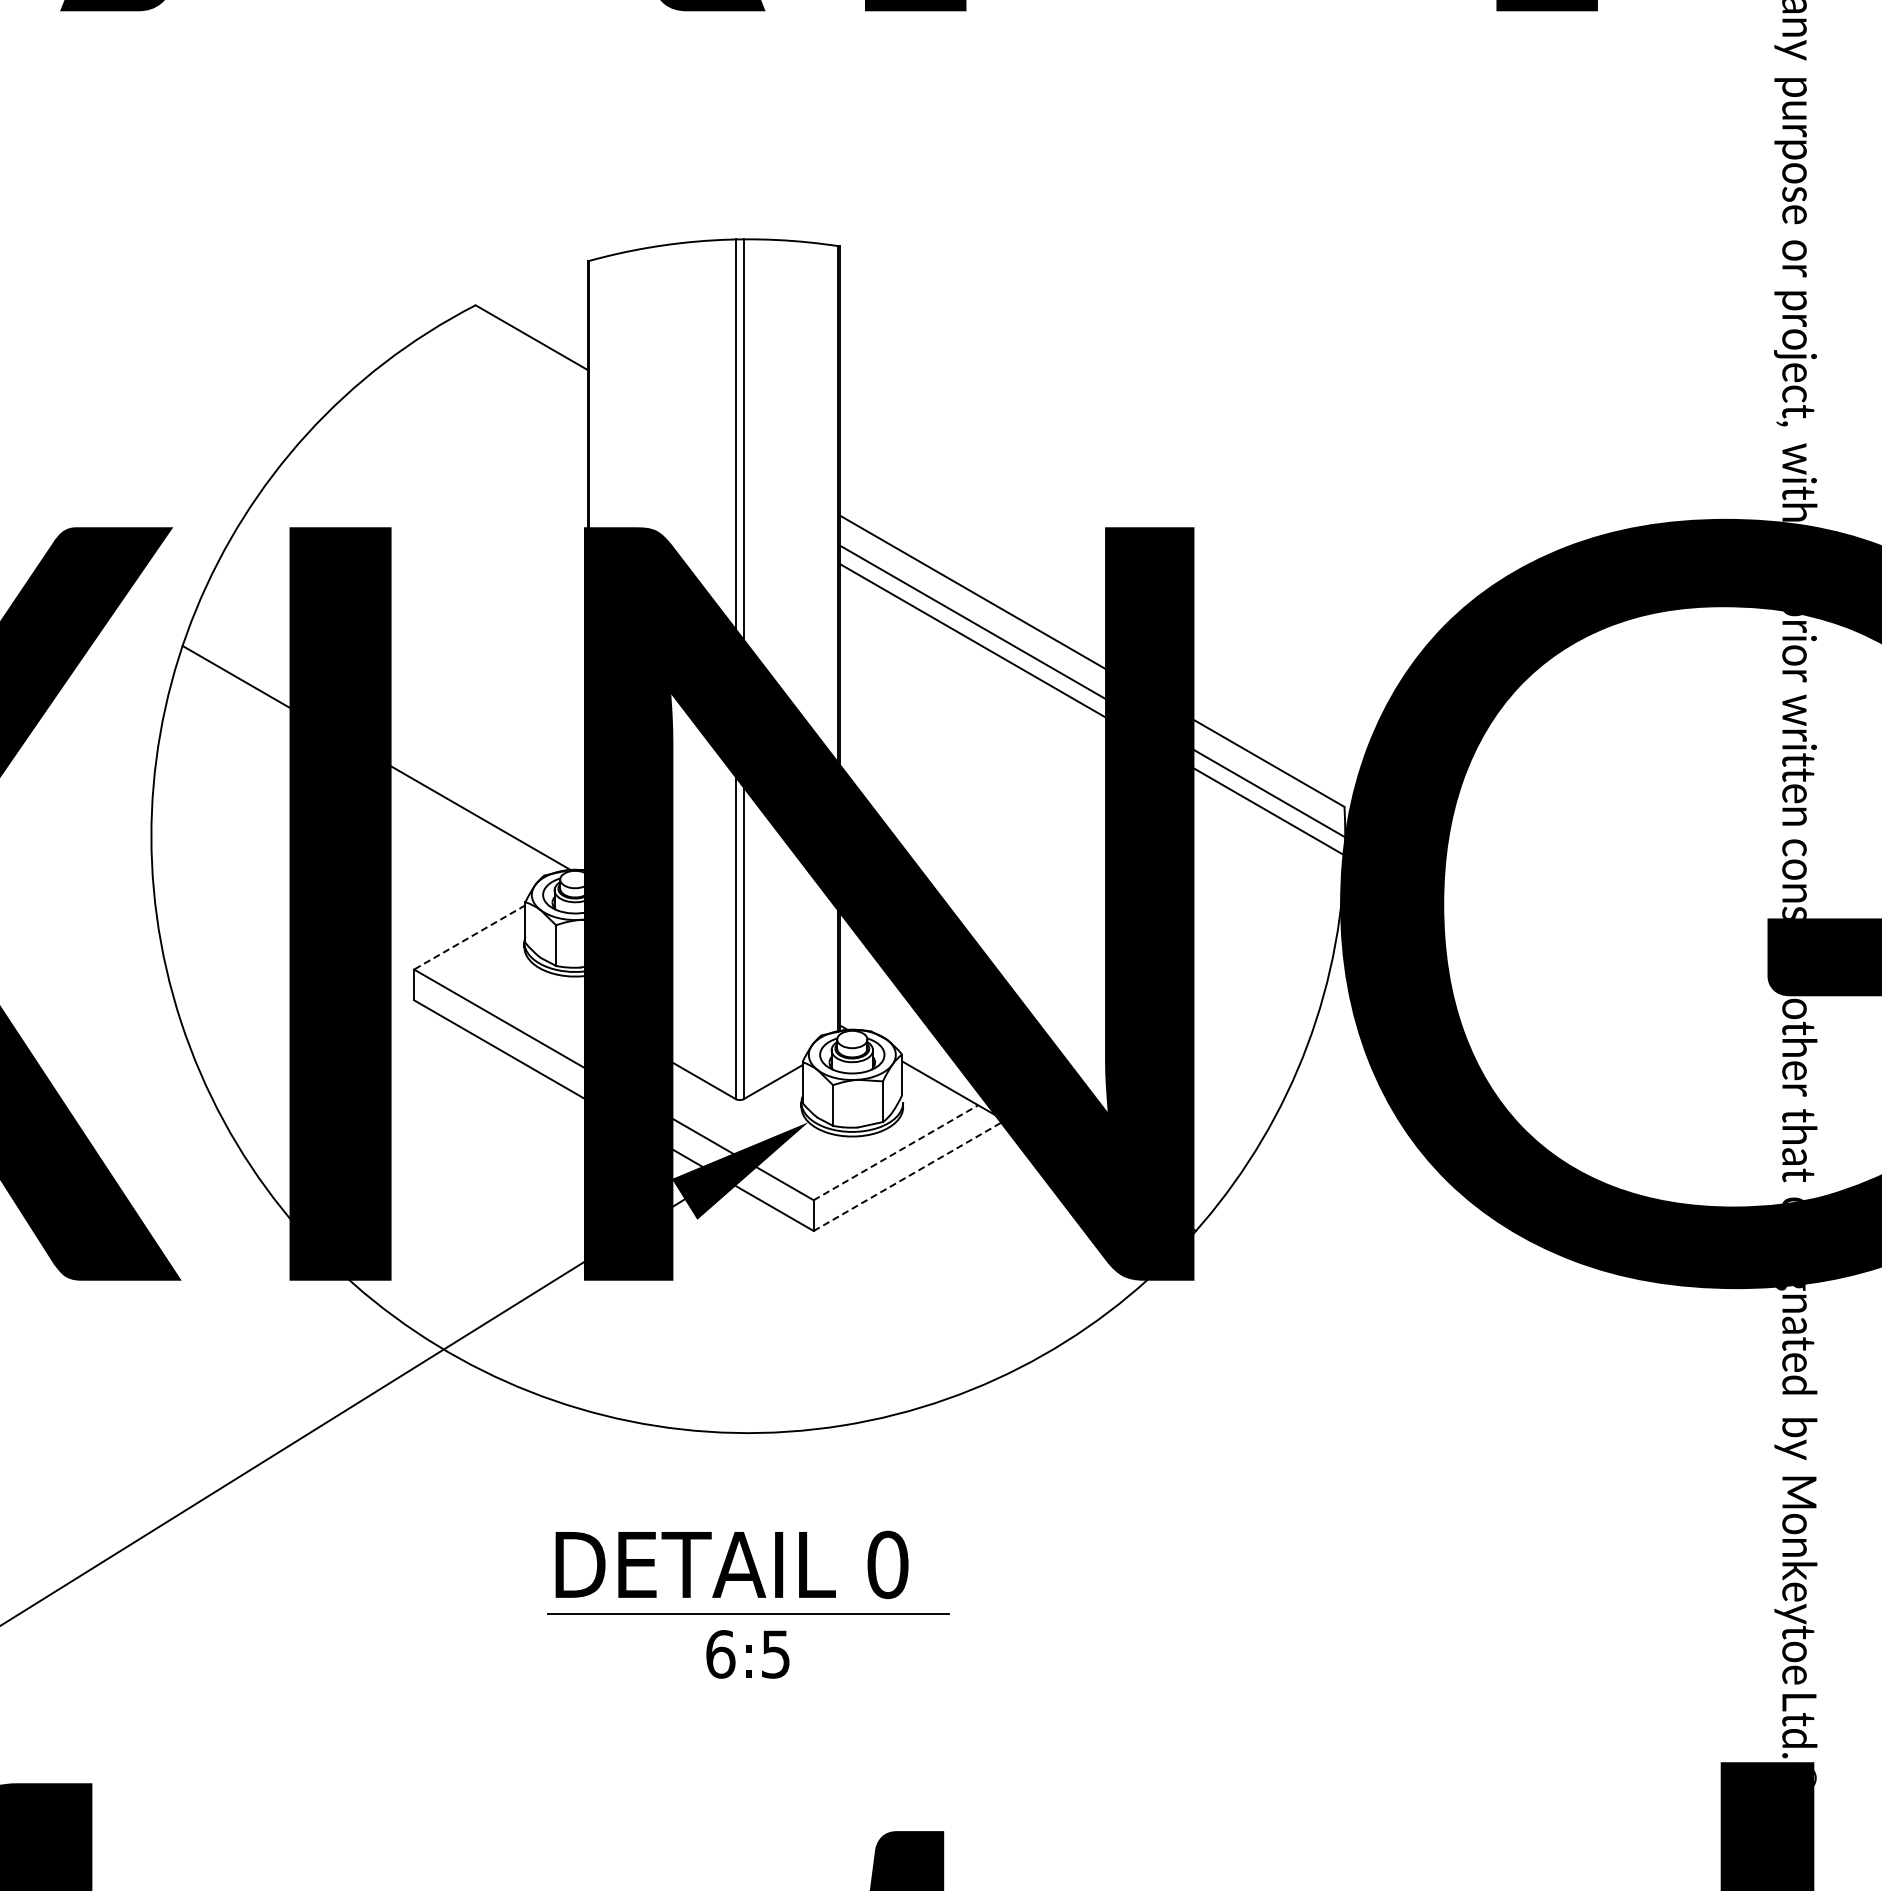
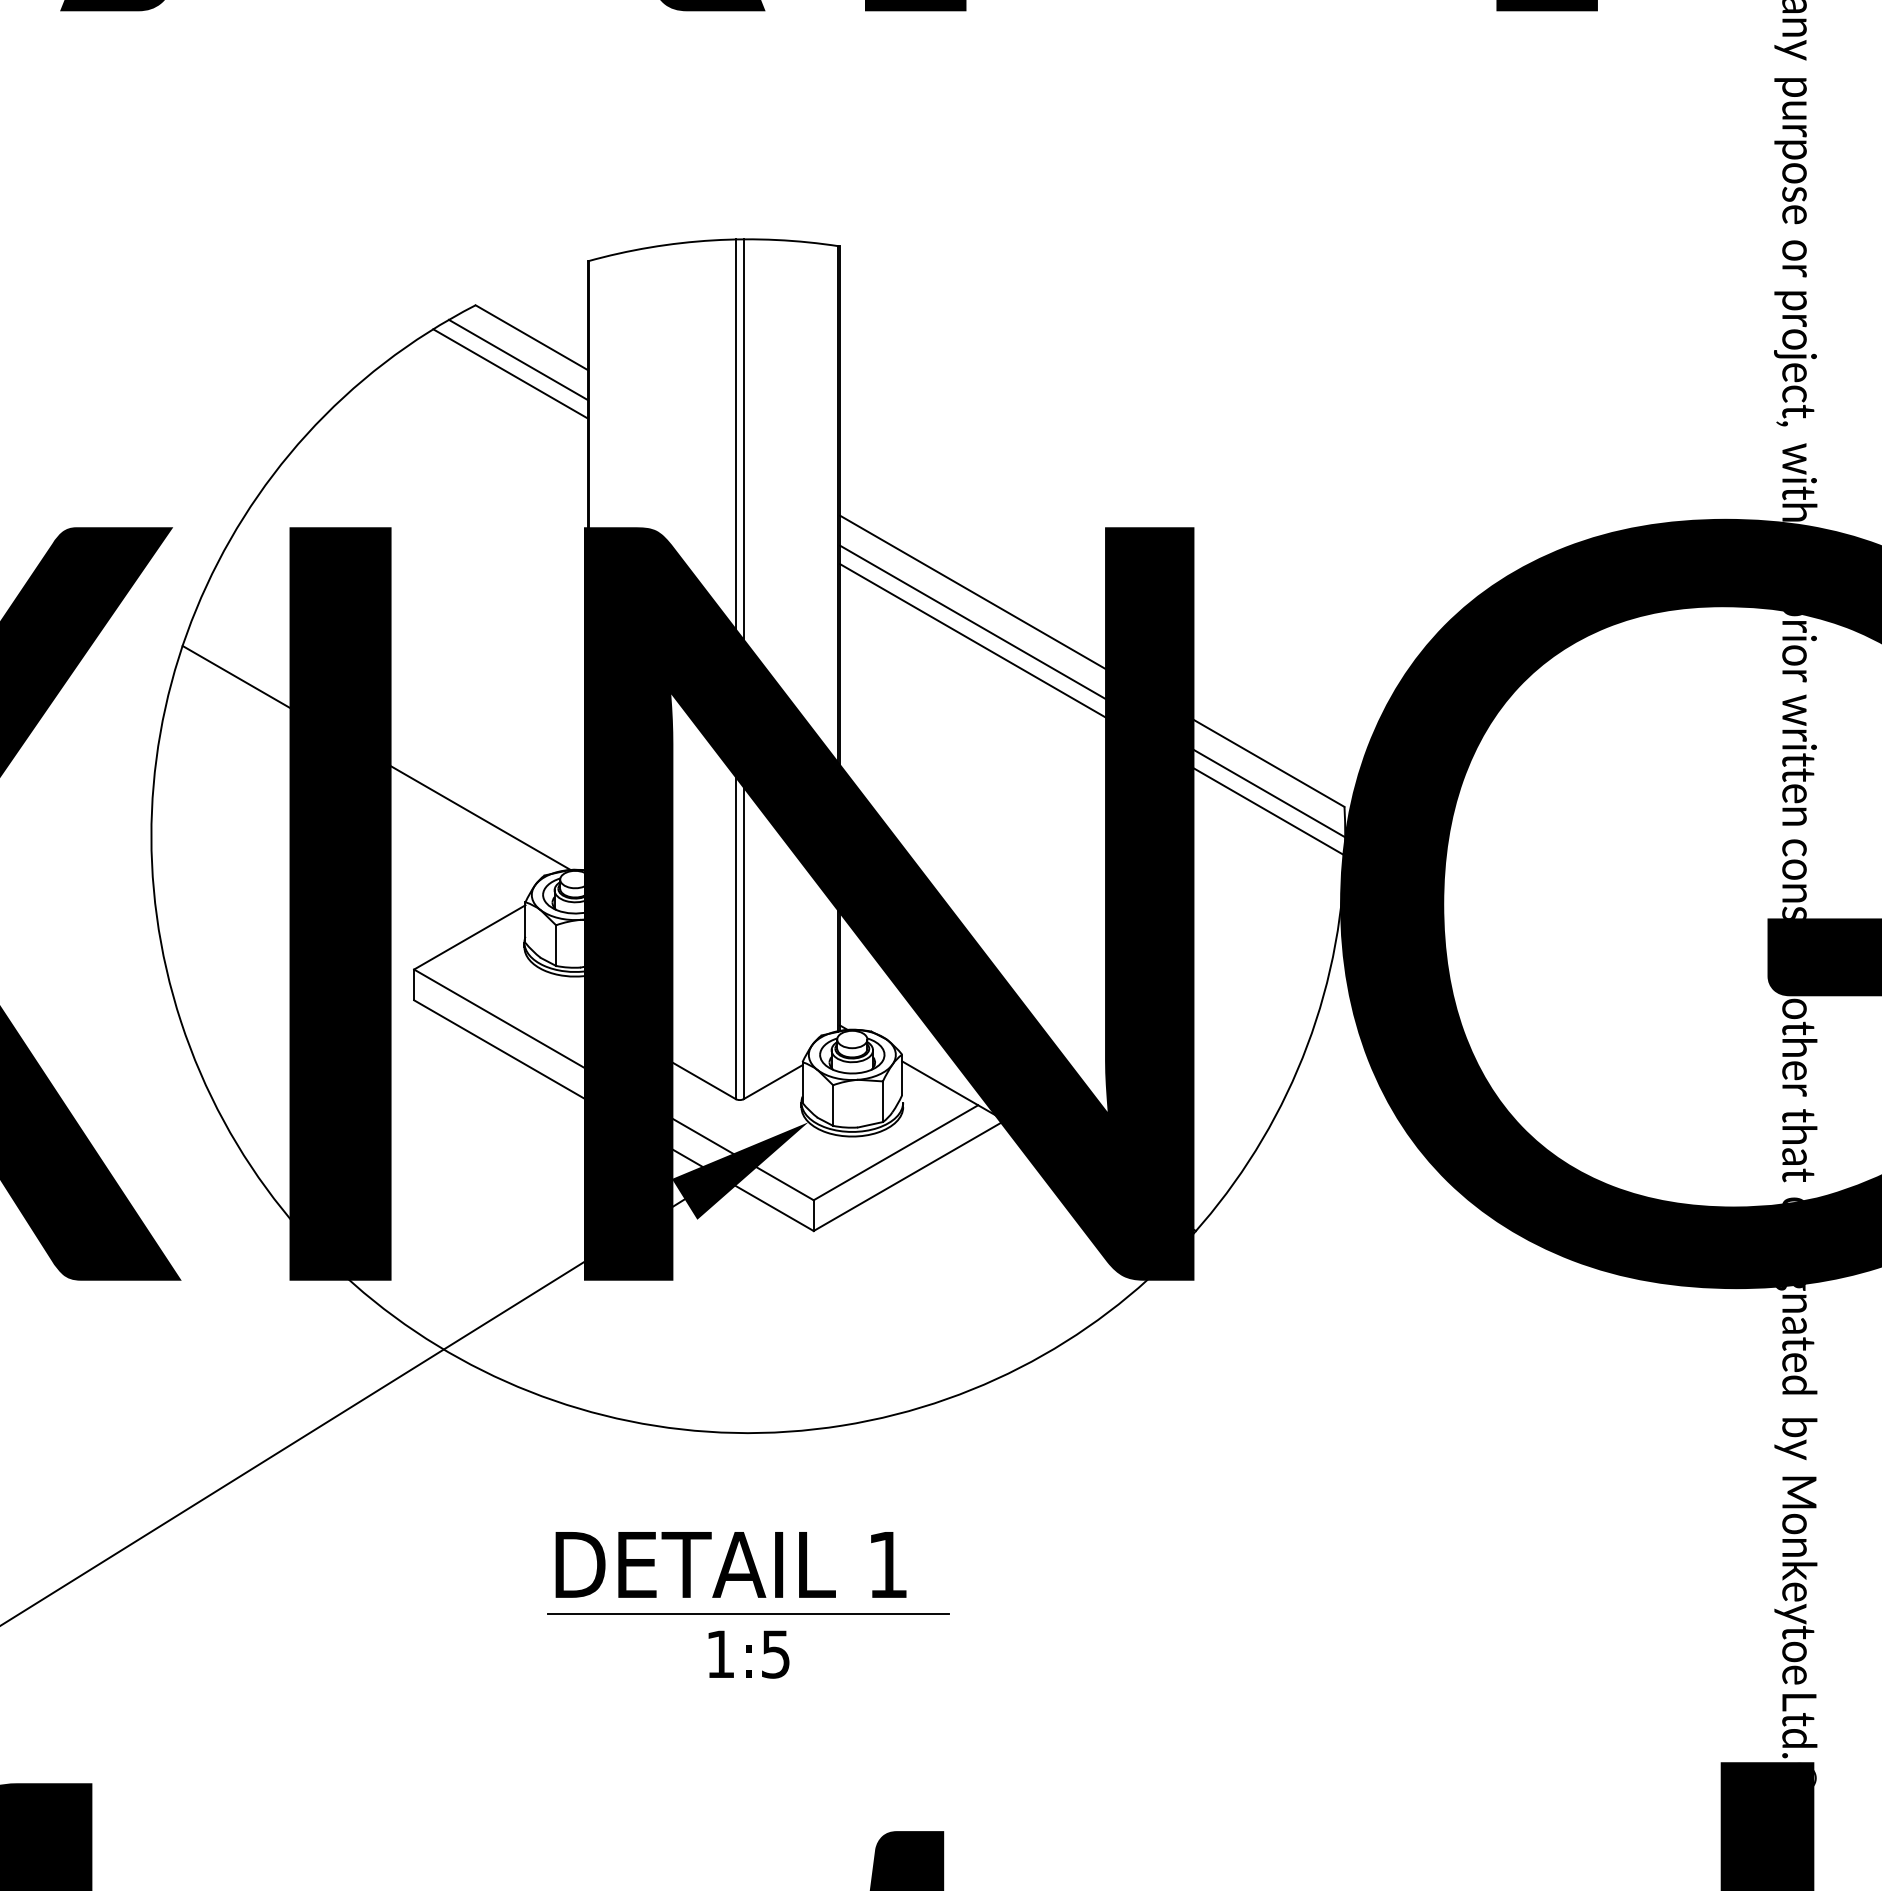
line at (517, 359): none -> present
line at (510, 373): none -> present
line at (469, 937): dashed -> solid
line at (895, 1152): dashed -> solid
line at (909, 1175): dashed -> solid
text at (887, 1564): 0 -> 1
text at (720, 1654): 6 -> 1
